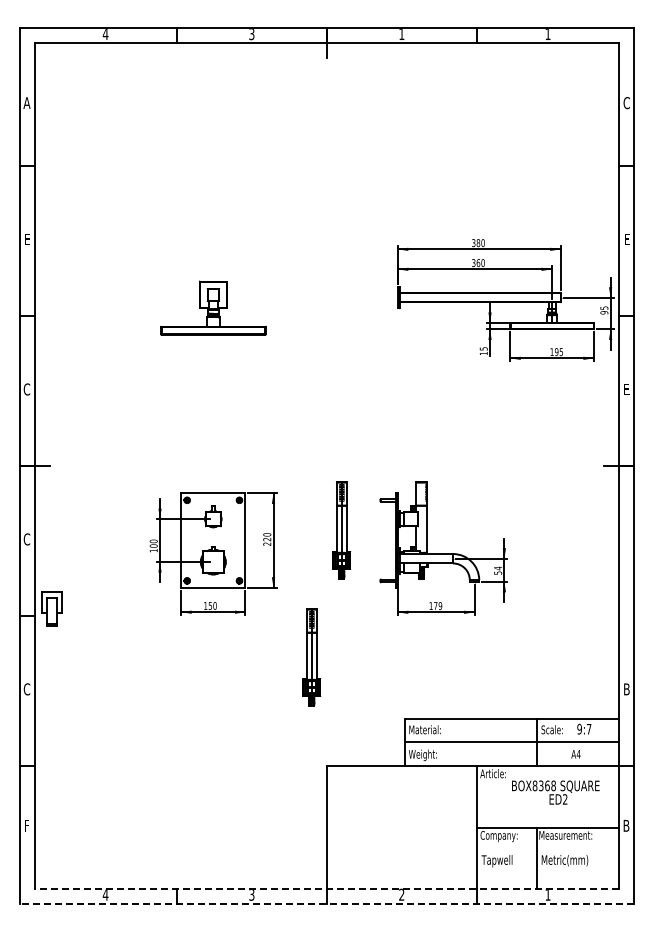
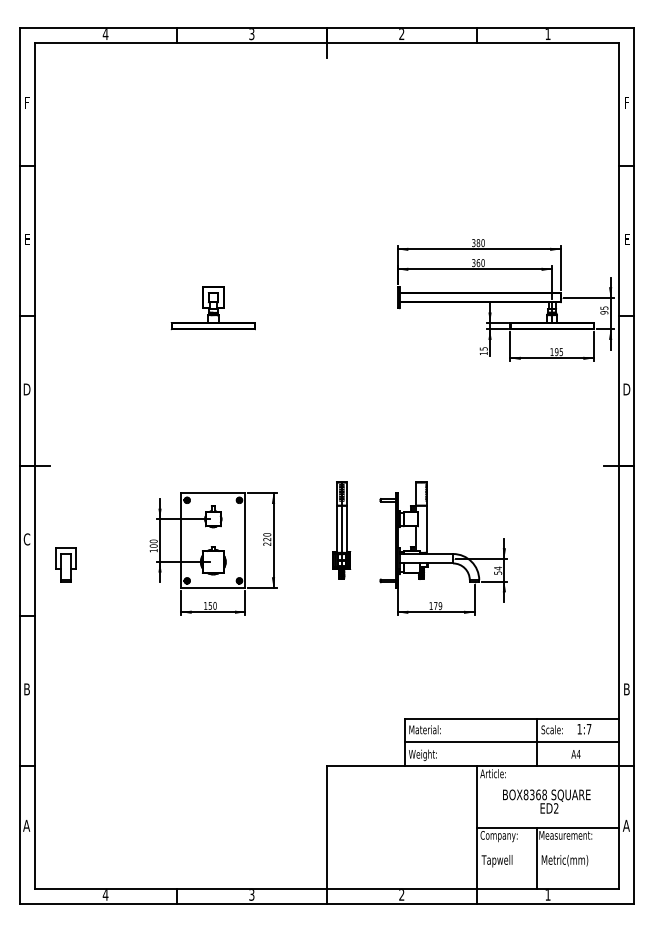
text at (401, 34): 1 -> 2
text at (26, 102): A -> F
text at (626, 103): C -> F
part at (213, 307) size: 107x56 px -> 86x45 px
text at (26, 389): C -> D
text at (626, 389): E -> D
part at (51, 608) position: (51, 608) -> (65, 564)
part at (311, 657): present -> none
text at (26, 689): C -> B
text at (579, 728): 9:7 -> 1:7
text at (555, 792) position: (555, 792) -> (546, 801)
text at (26, 825): F -> A
text at (625, 825): B -> A
line at (326, 889): dashed -> solid
line at (326, 904): dashed -> solid
